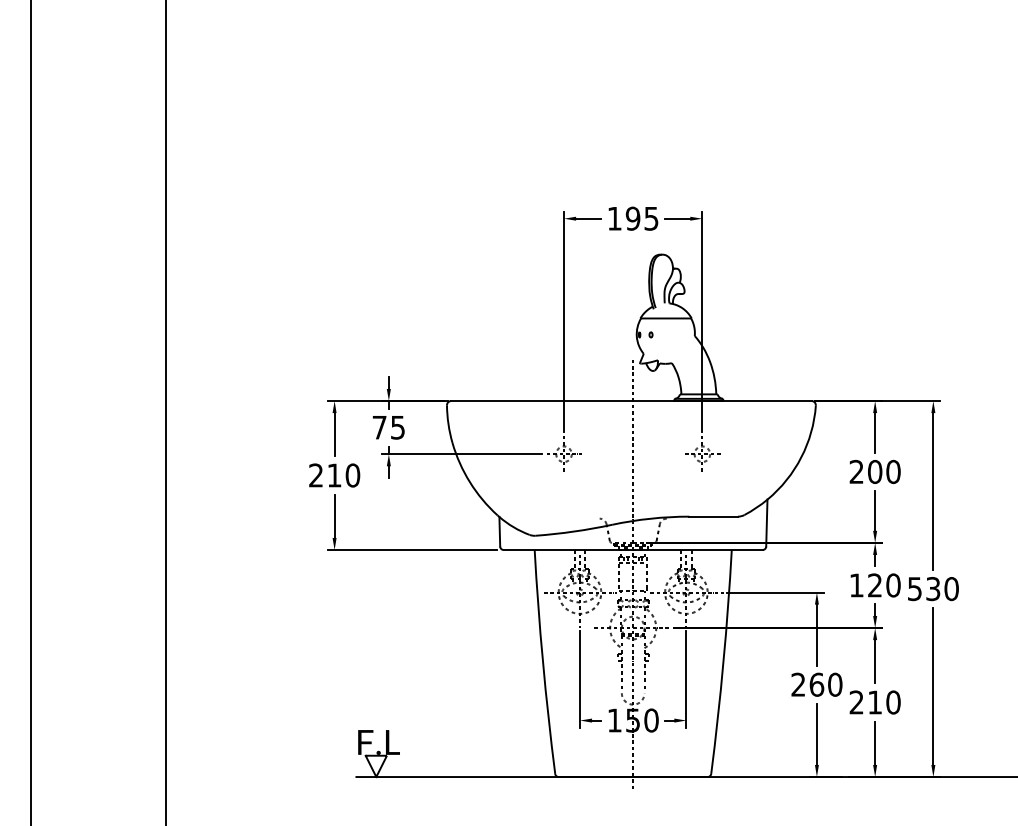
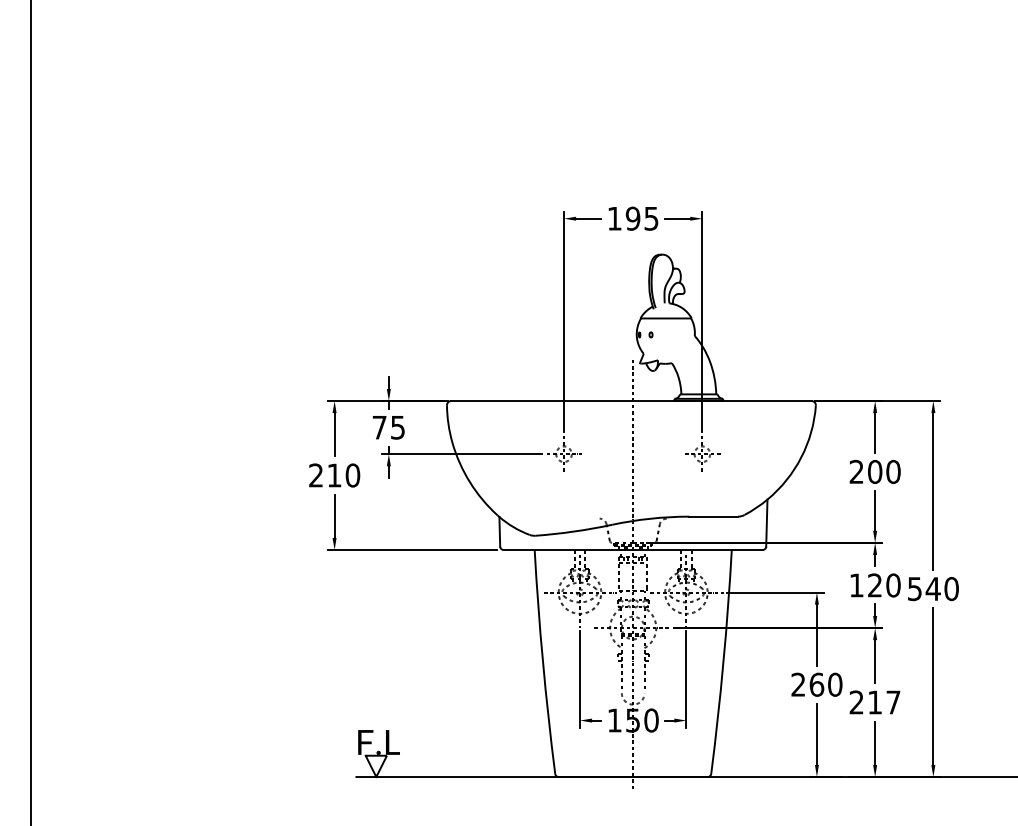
line at (166, 412): present -> none
text at (932, 589): 530 -> 540
text at (893, 702): 210 -> 217
